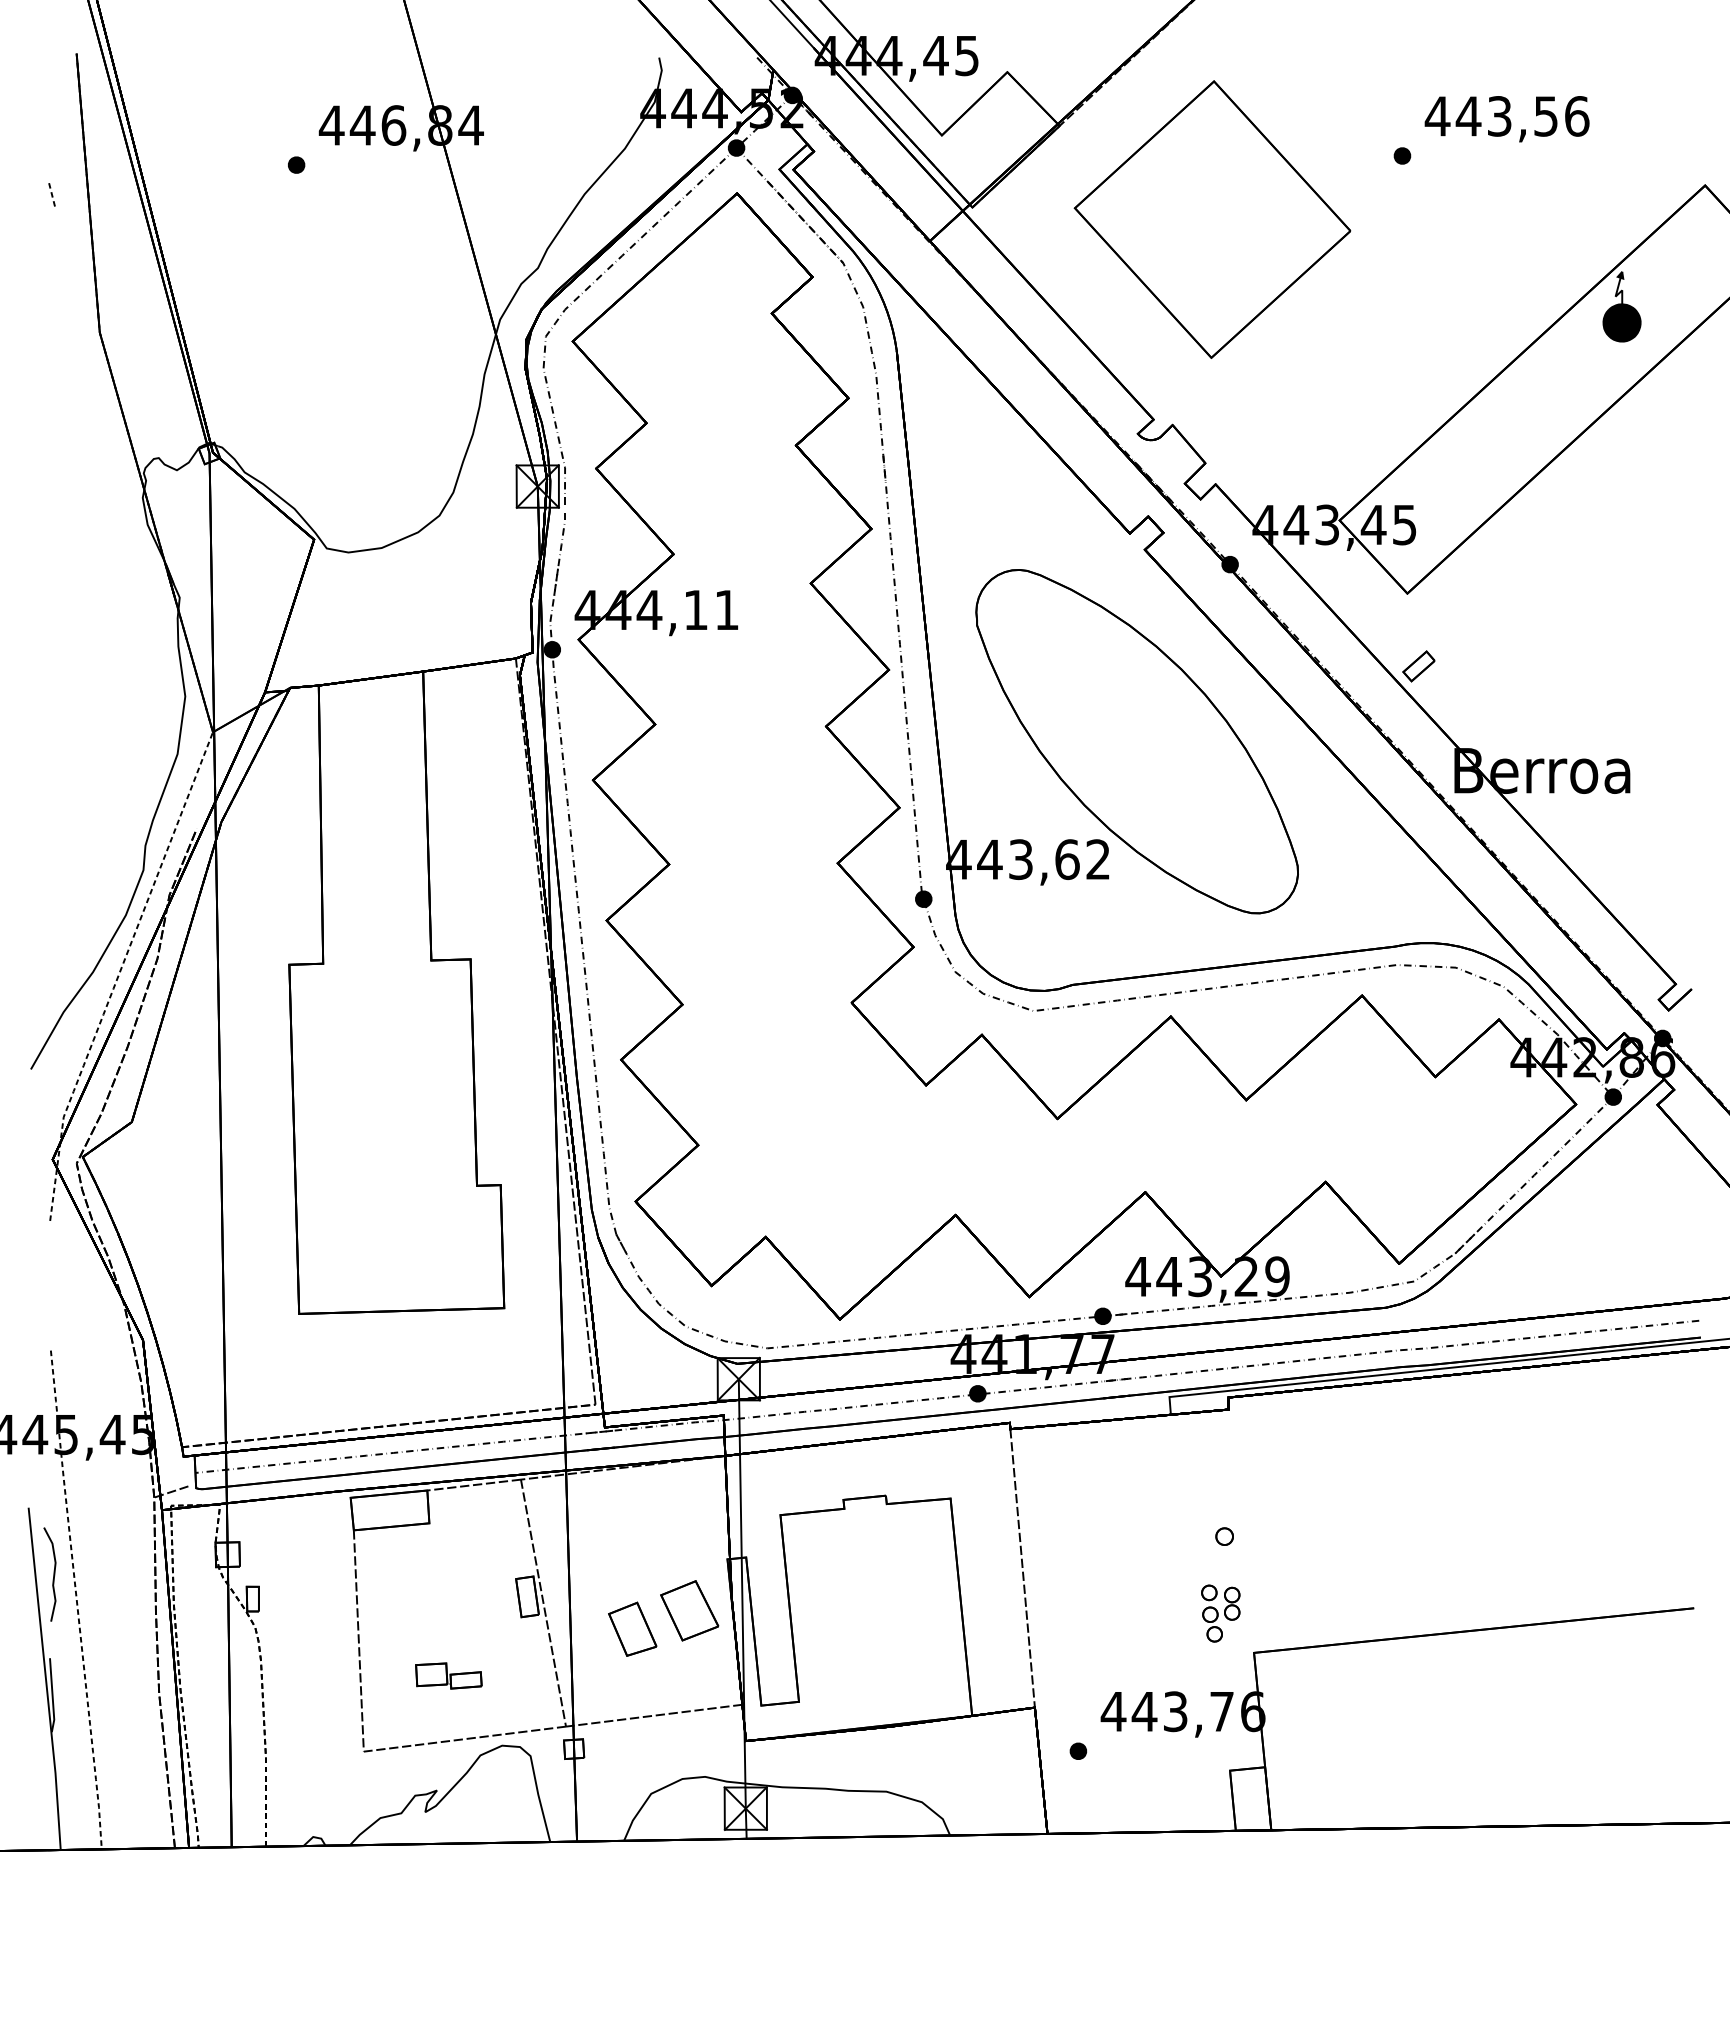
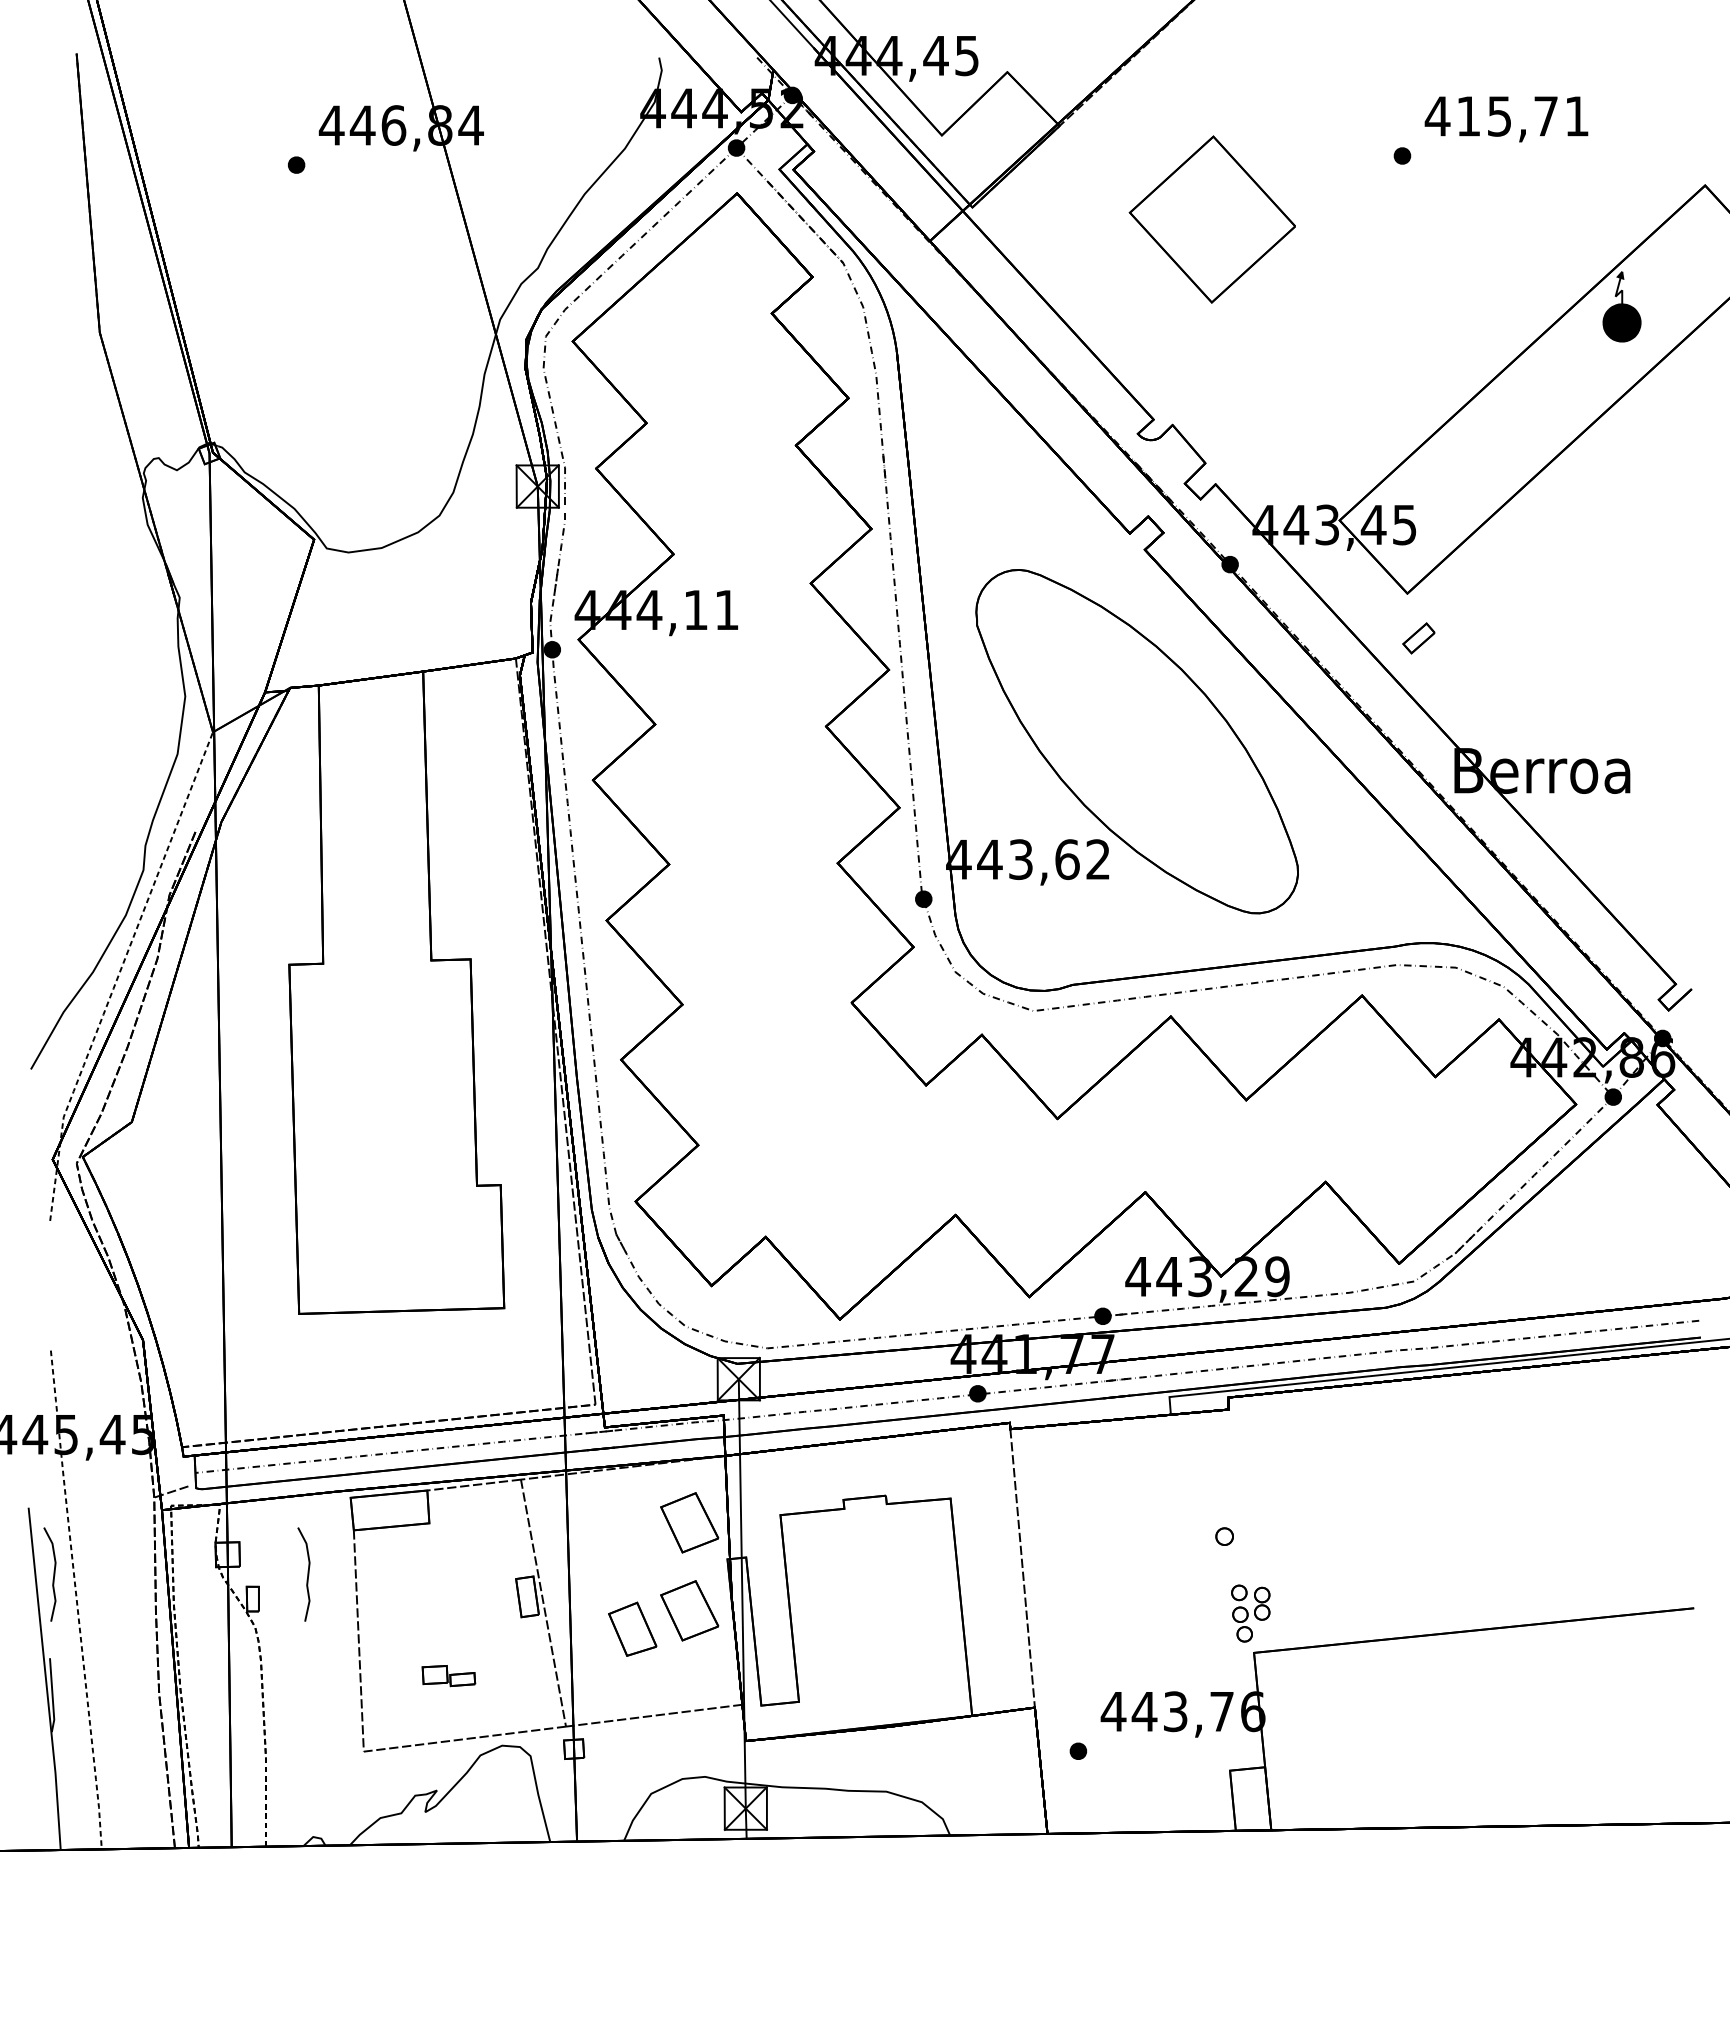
text at (1522, 116): 443,56 -> 415,71
line at (51, 194): present -> none
part at (1212, 219) size: 279x279 px -> 168x169 px
part at (1418, 666) position: (1418, 666) -> (1418, 638)
part at (689, 1522): none -> present
curve at (307, 1574): none -> present
part at (1220, 1613) position: (1220, 1613) -> (1250, 1613)
part at (448, 1675) size: 68x28 px -> 56x23 px
